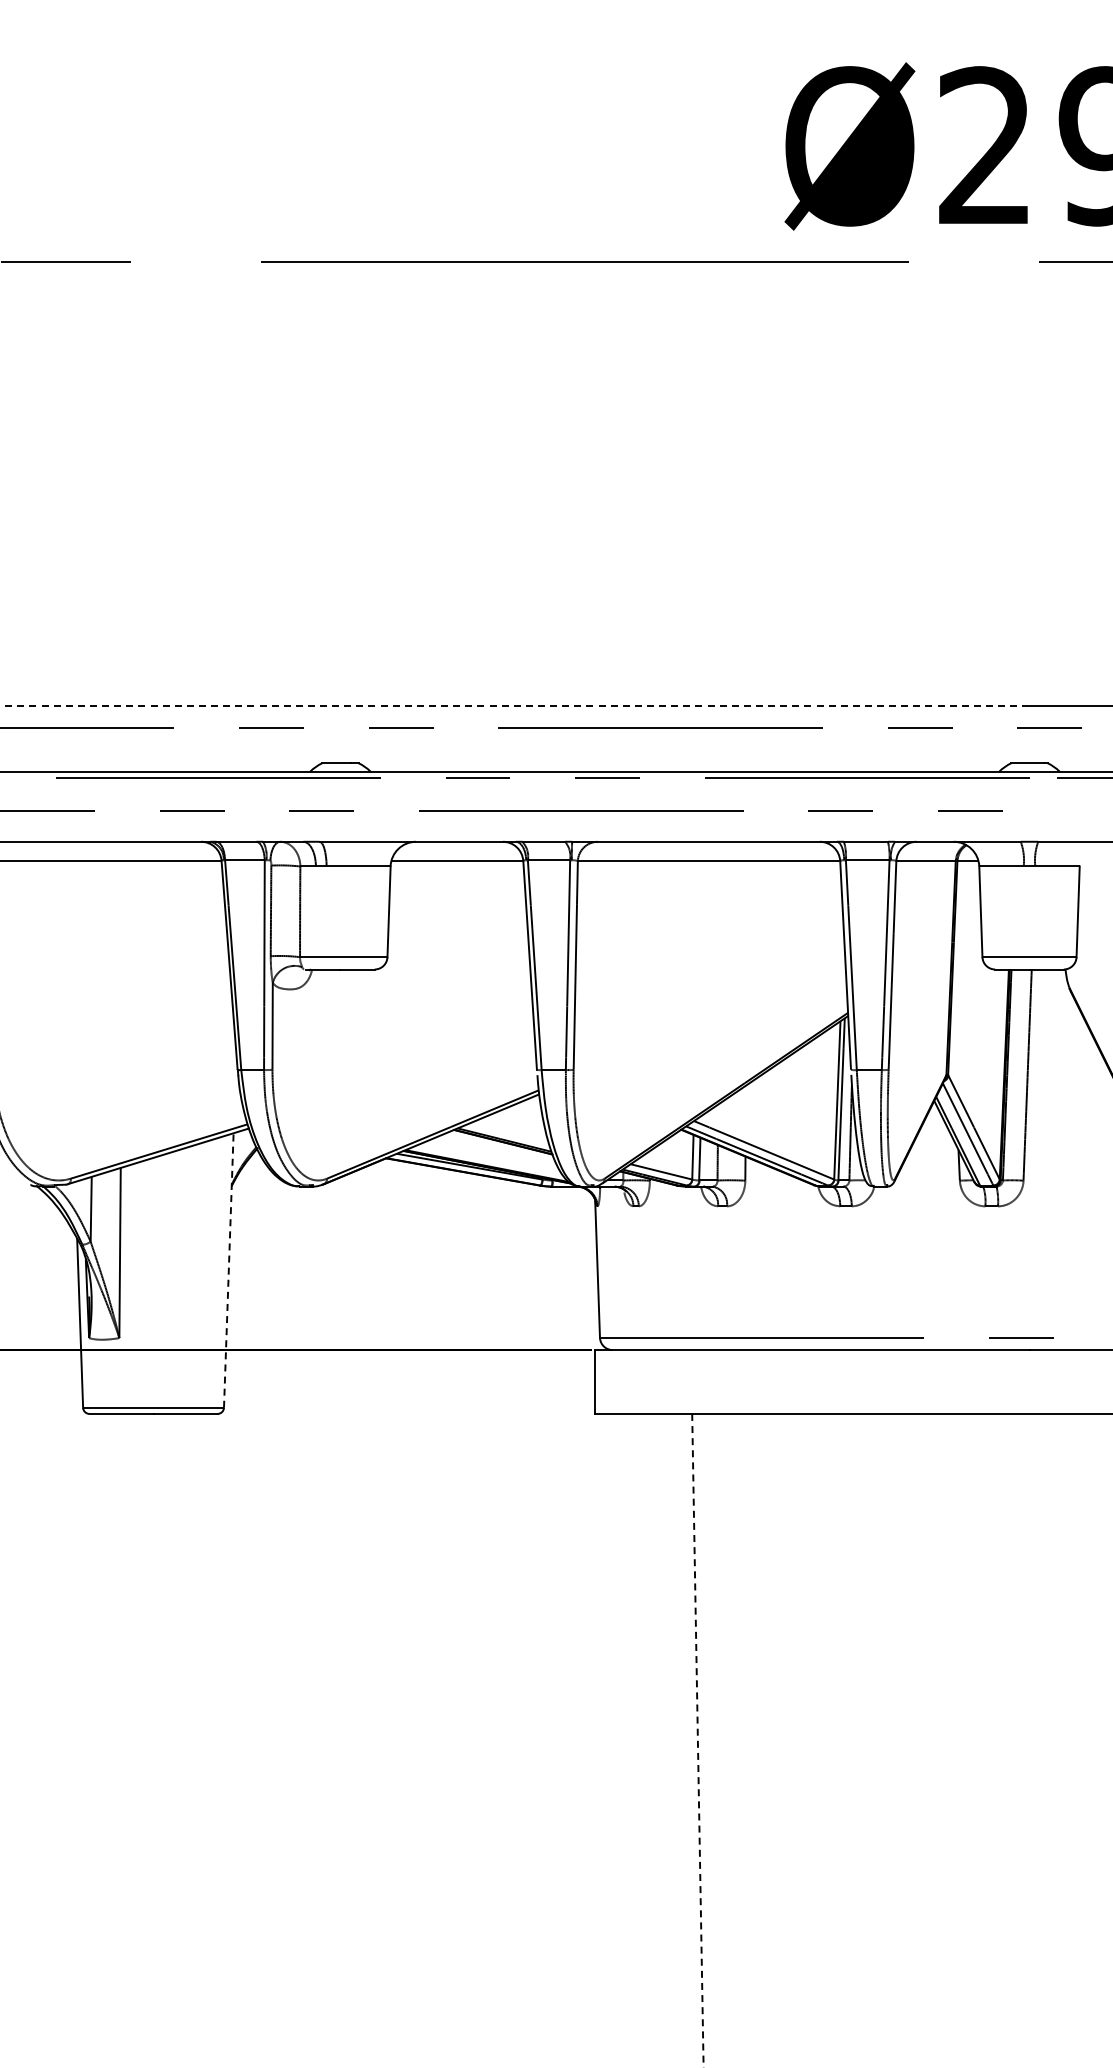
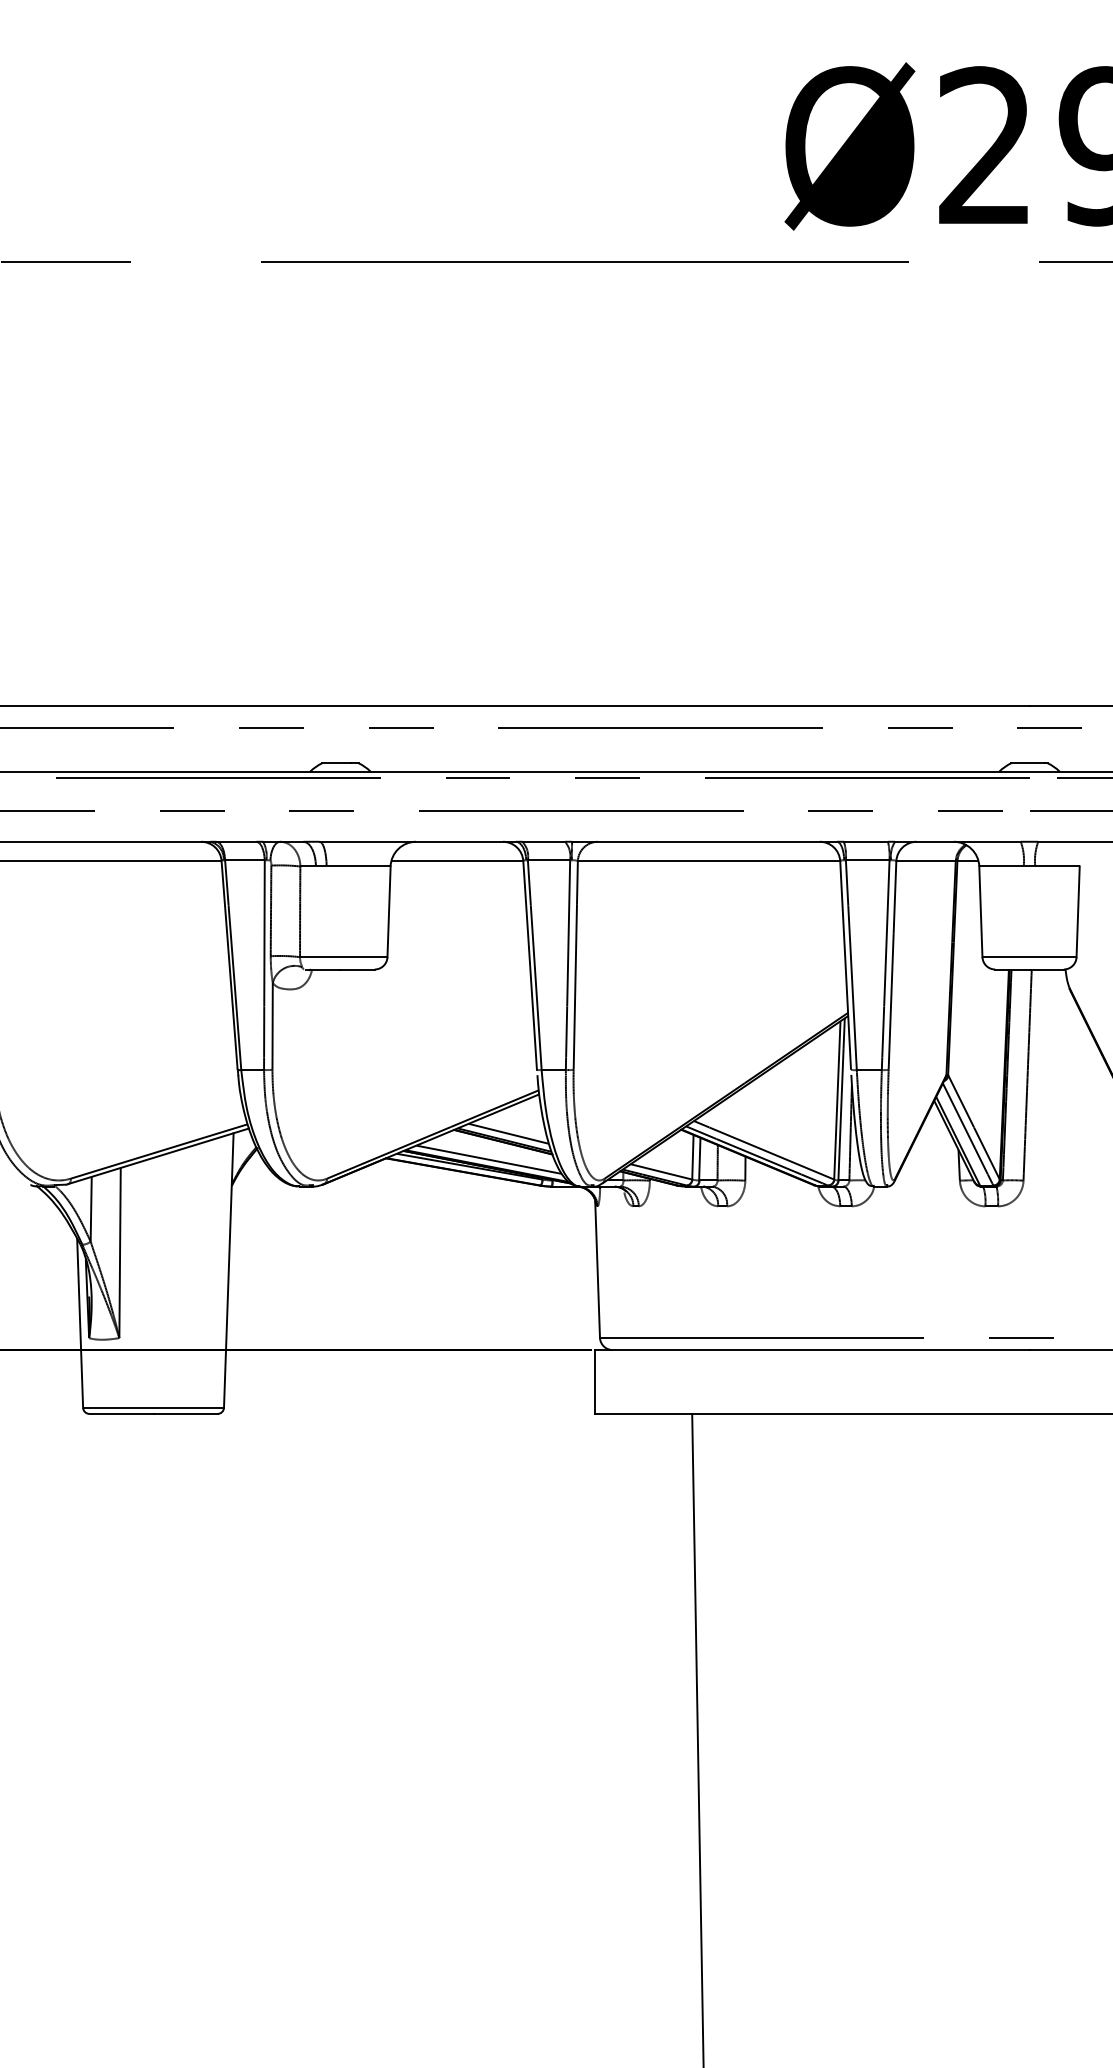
line at (515, 706): dashed -> solid
line at (1069, 810): none -> present
line at (508, 1133): none -> present
line at (489, 1159): none -> present
line at (228, 1270): dashed -> solid
line at (697, 1740): dashed -> solid
